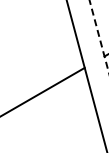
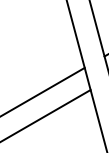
line at (99, 36): dashed -> solid
line at (46, 115): none -> present
